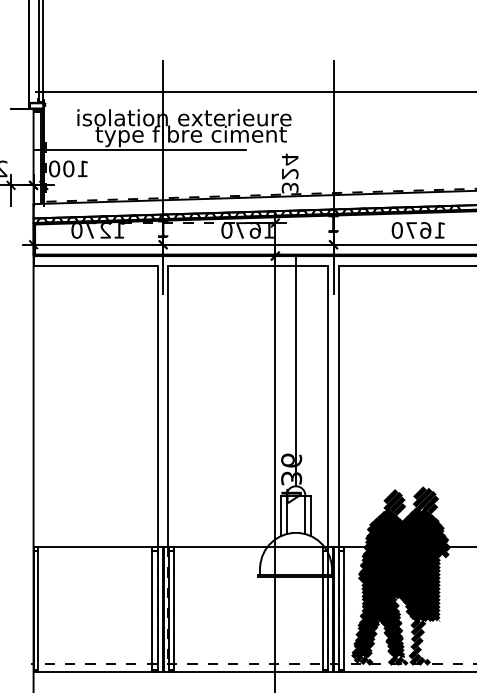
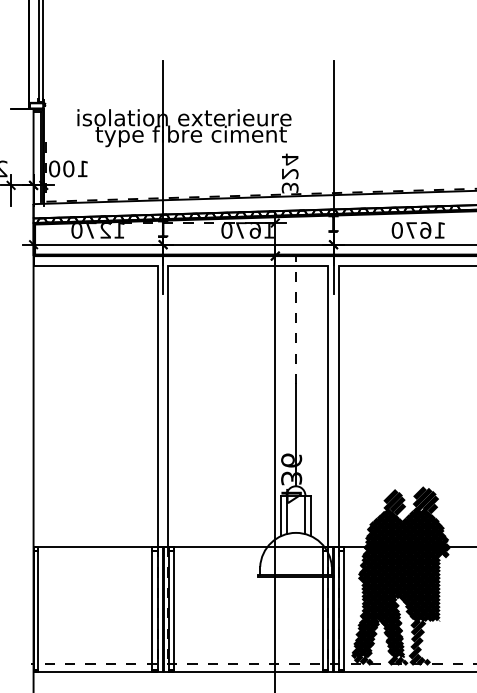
line at (254, 91): present -> none
line at (139, 150): present -> none
line at (296, 319): solid -> dashed
